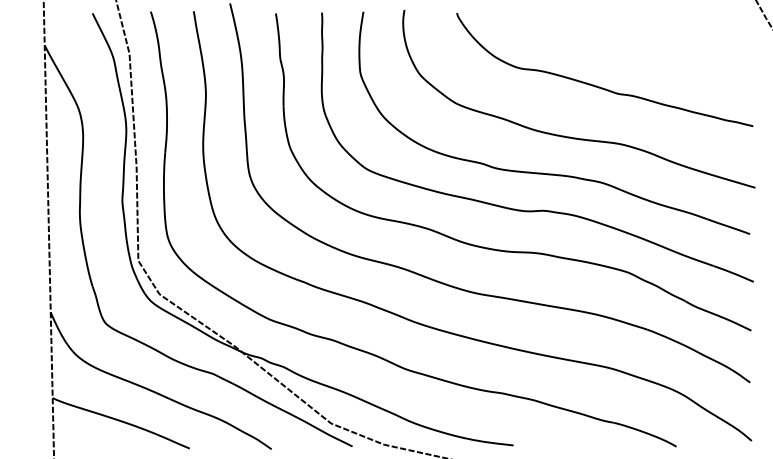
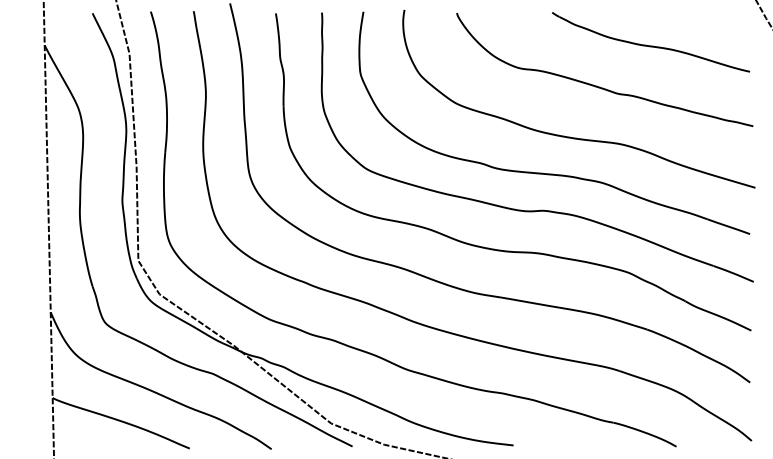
part at (651, 42): none -> present
